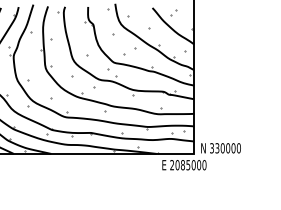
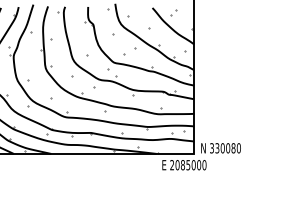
text at (233, 148): 330000 -> 330080
